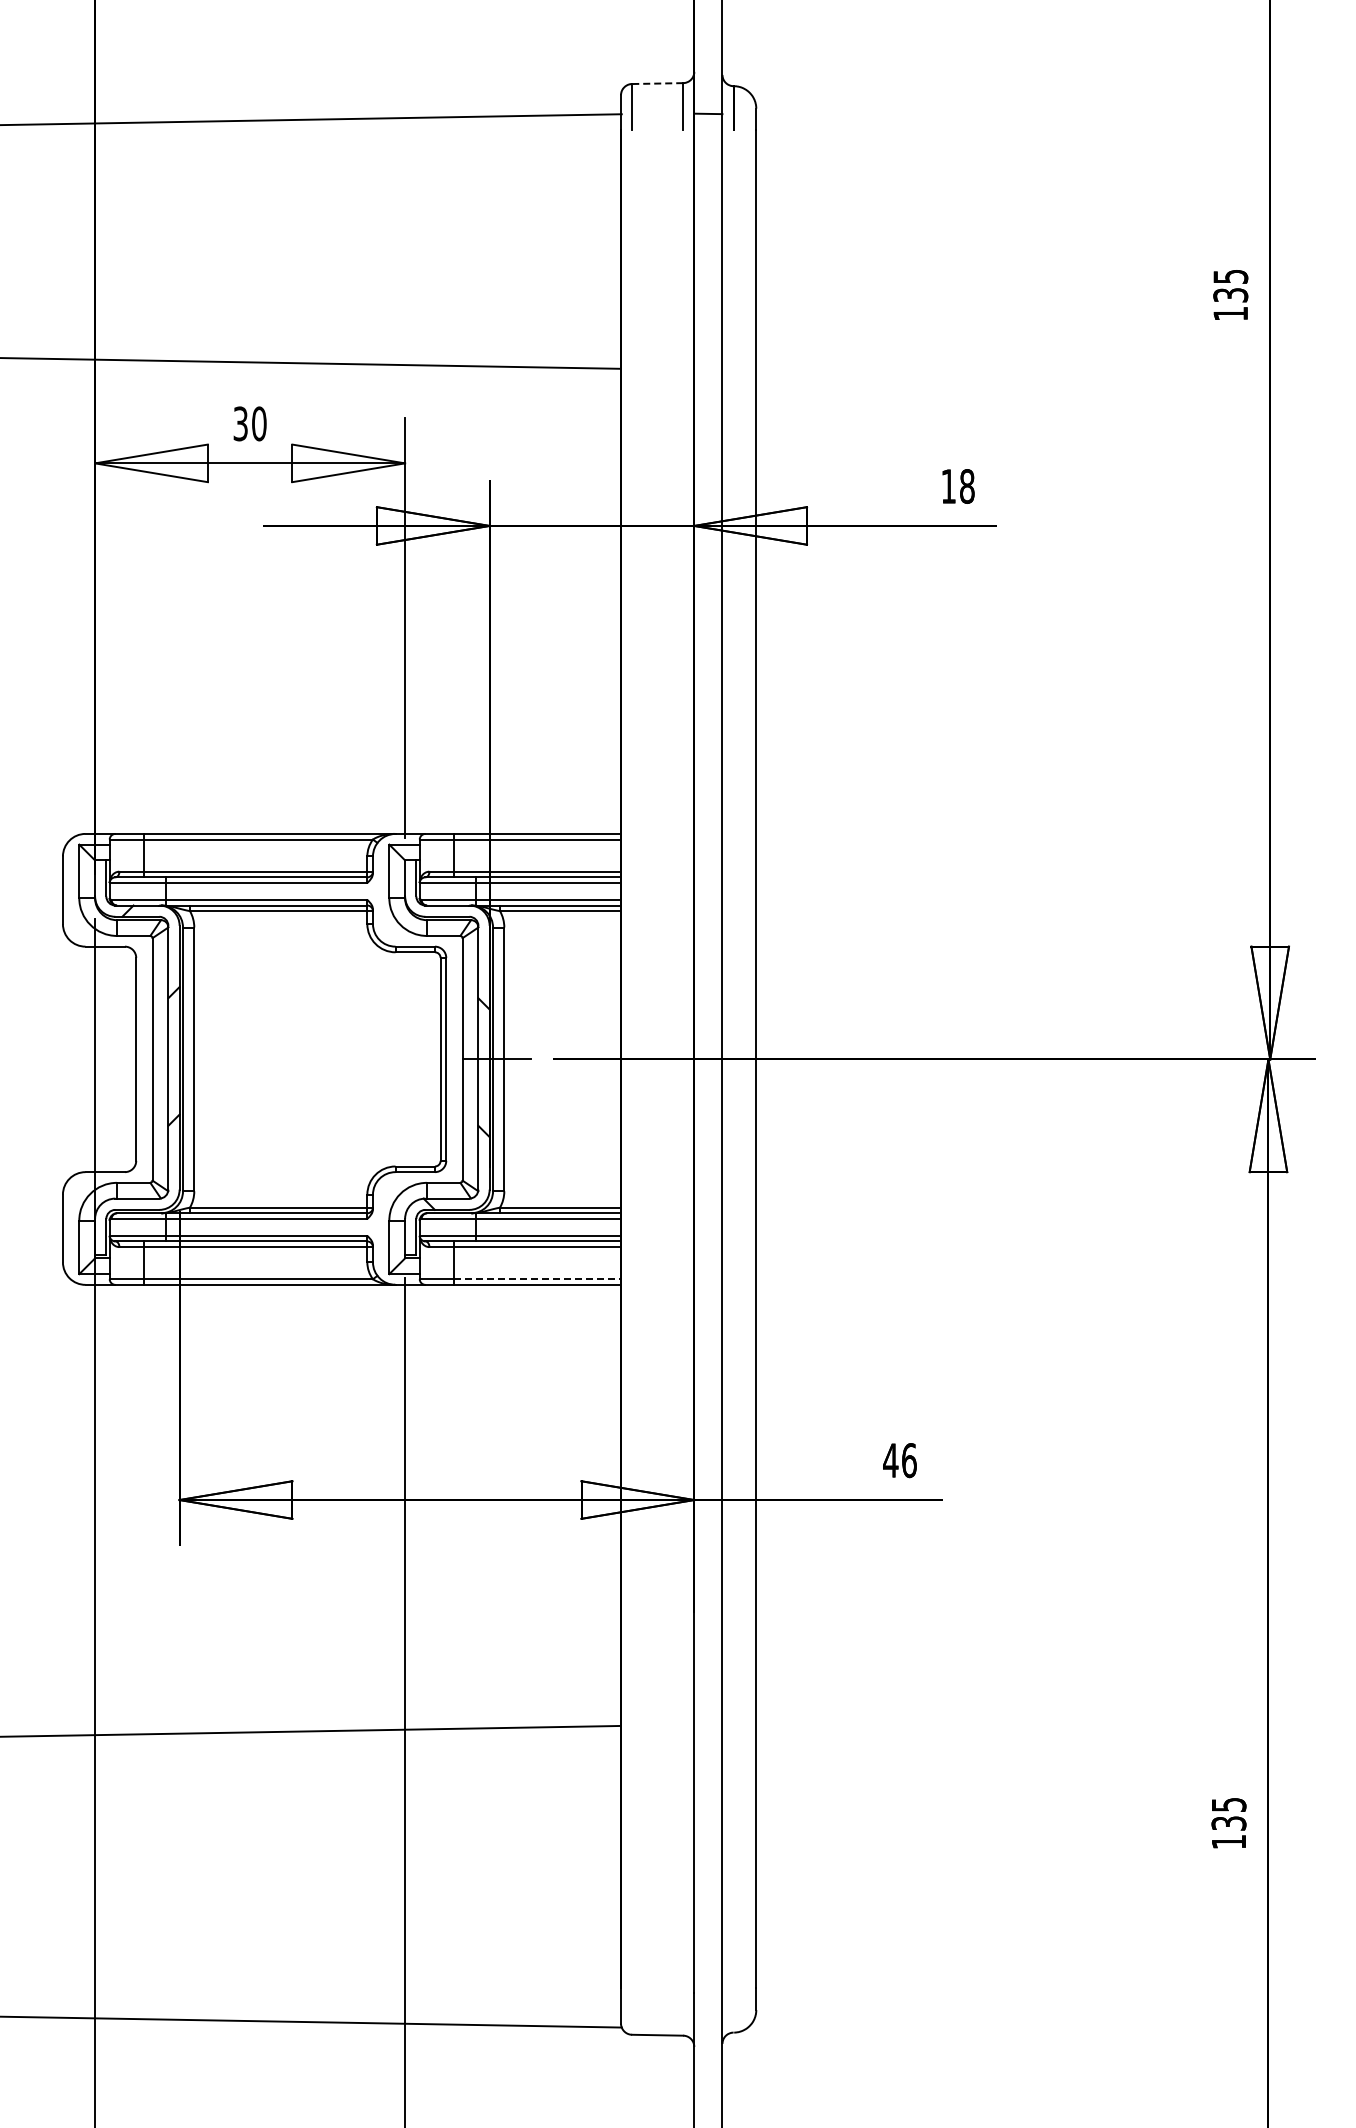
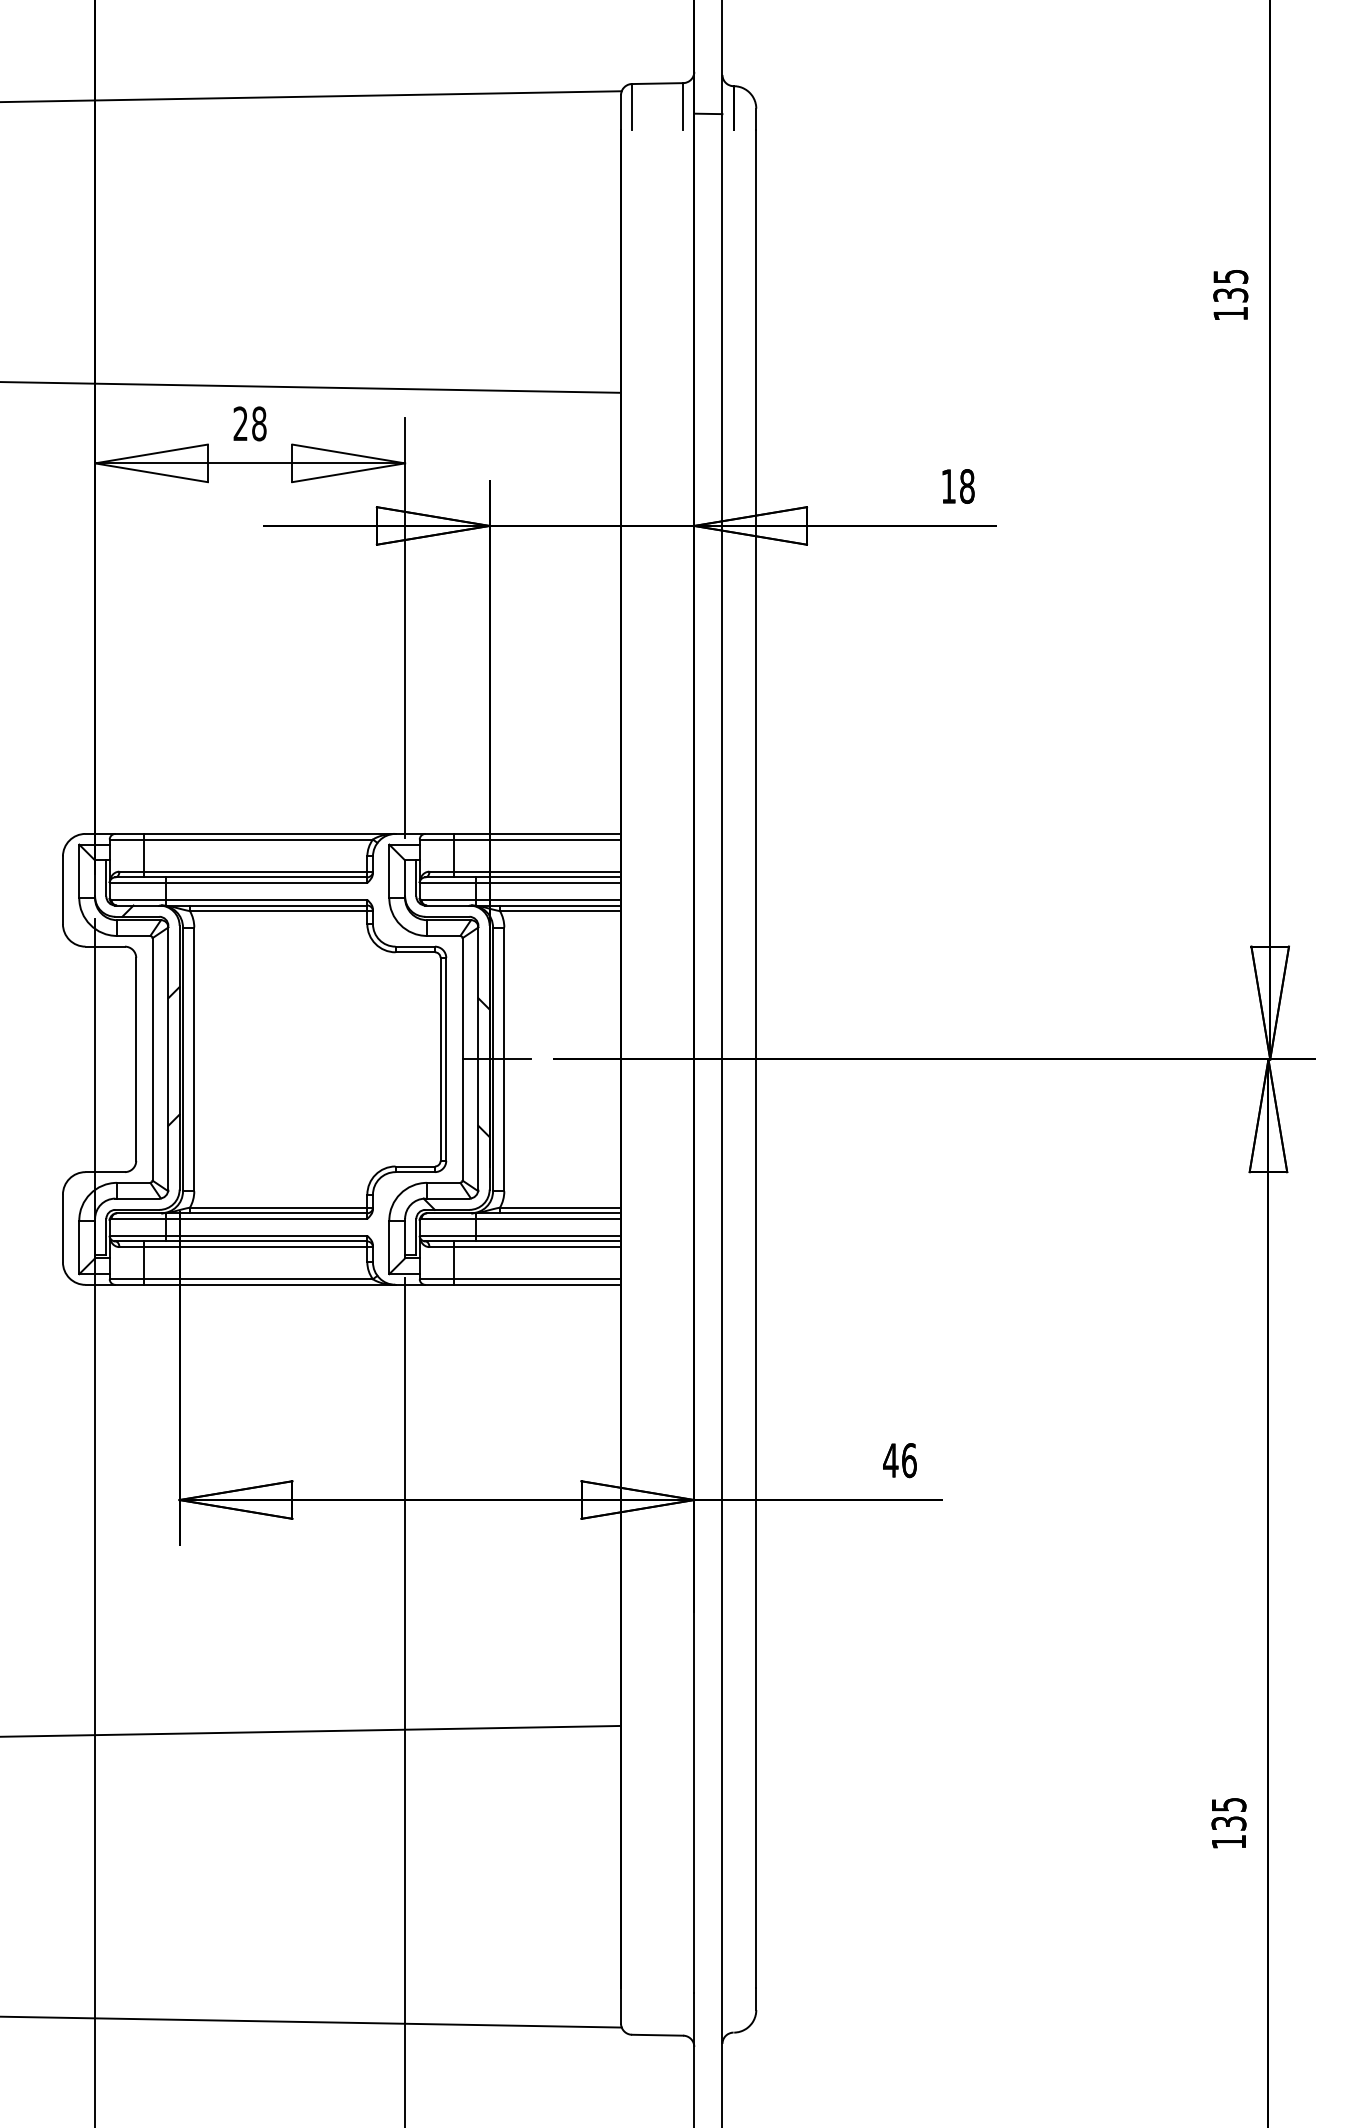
line at (657, 83): dashed -> solid
line at (311, 119) position: (311, 119) -> (311, 96)
line at (311, 363) position: (311, 363) -> (311, 387)
text at (249, 423): 30 -> 28
line at (537, 1279): dashed -> solid
